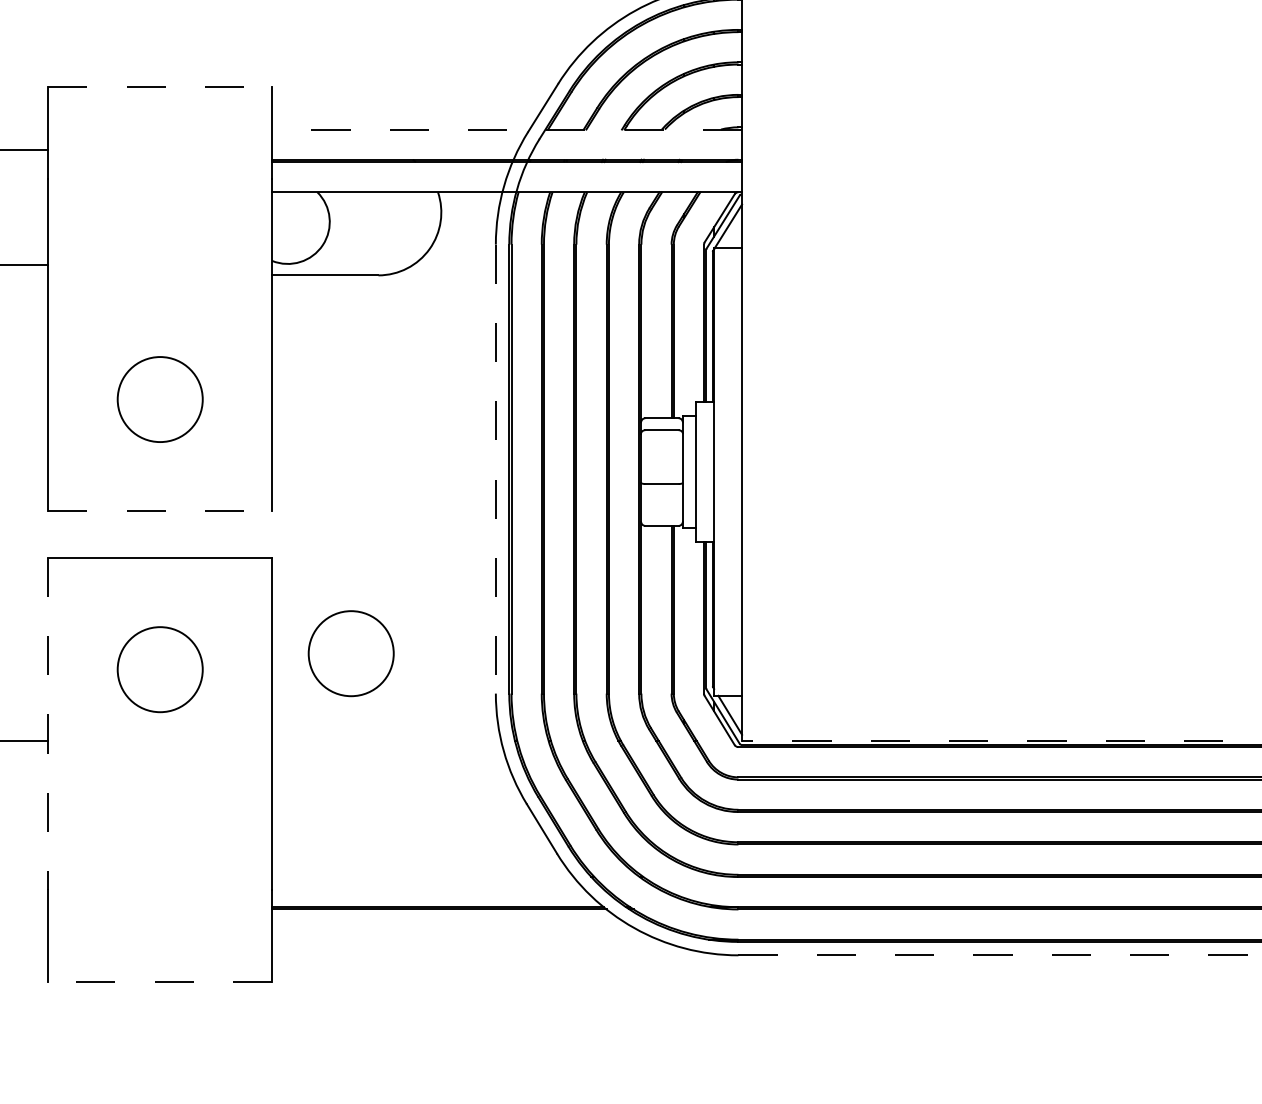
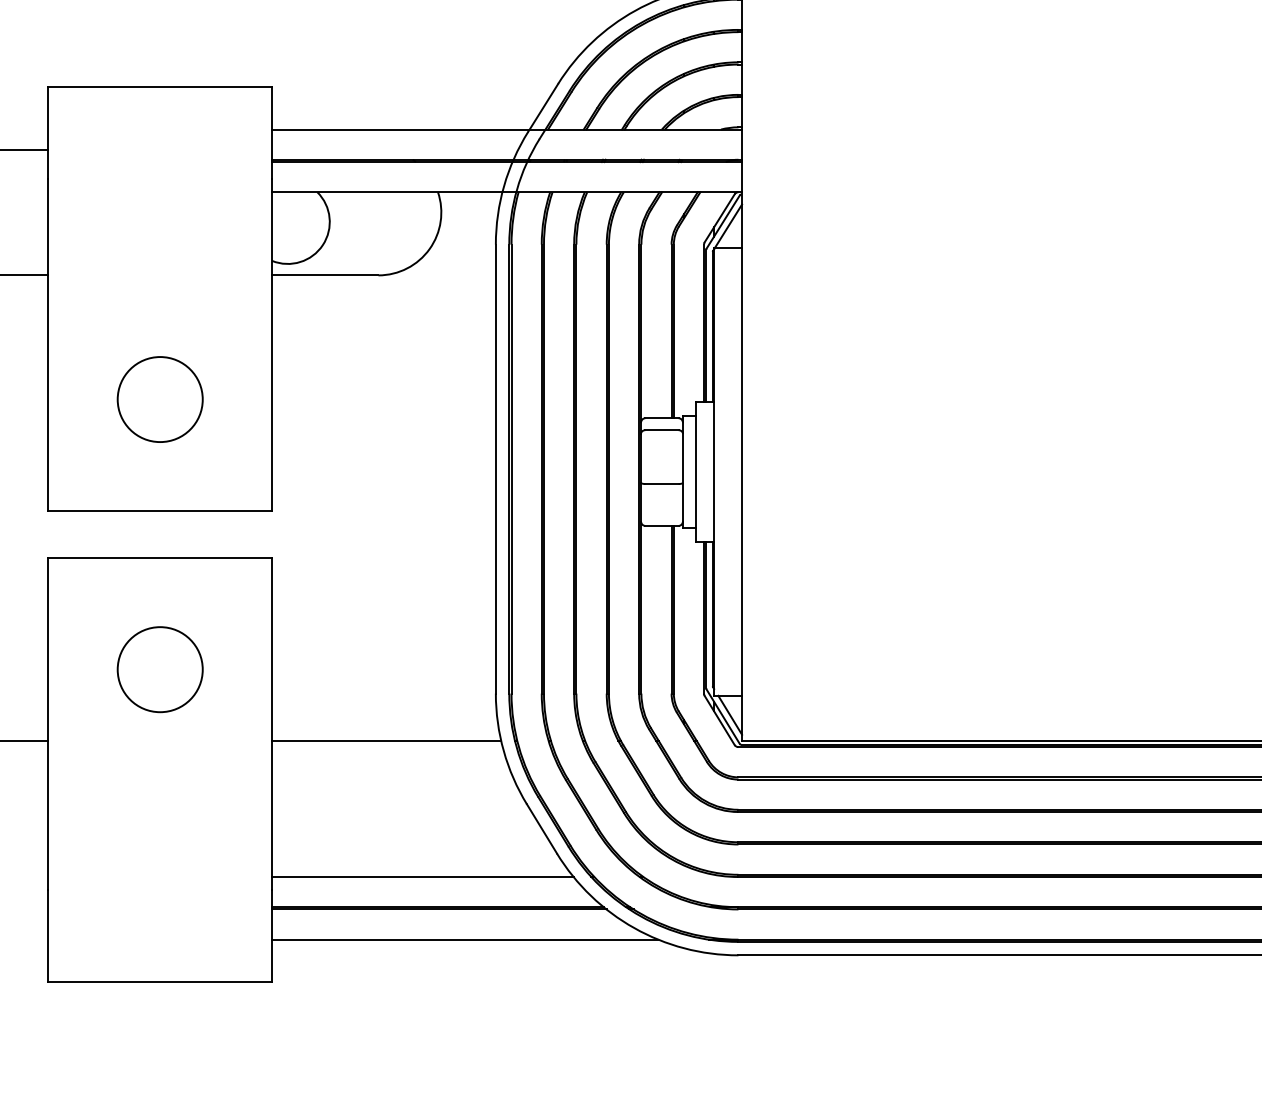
line at (160, 87): dashed -> solid
line at (507, 129): dashed -> solid
line at (25, 265) position: (25, 265) -> (25, 275)
line at (495, 469): dashed -> solid
line at (160, 511): dashed -> solid
circle at (350, 653): present -> none
line at (48, 724): dashed -> solid
line at (386, 740): none -> present
line at (1001, 740): dashed -> solid
line at (422, 877): none -> present
line at (465, 939): none -> present
line at (1000, 955): dashed -> solid
line at (160, 982): dashed -> solid
